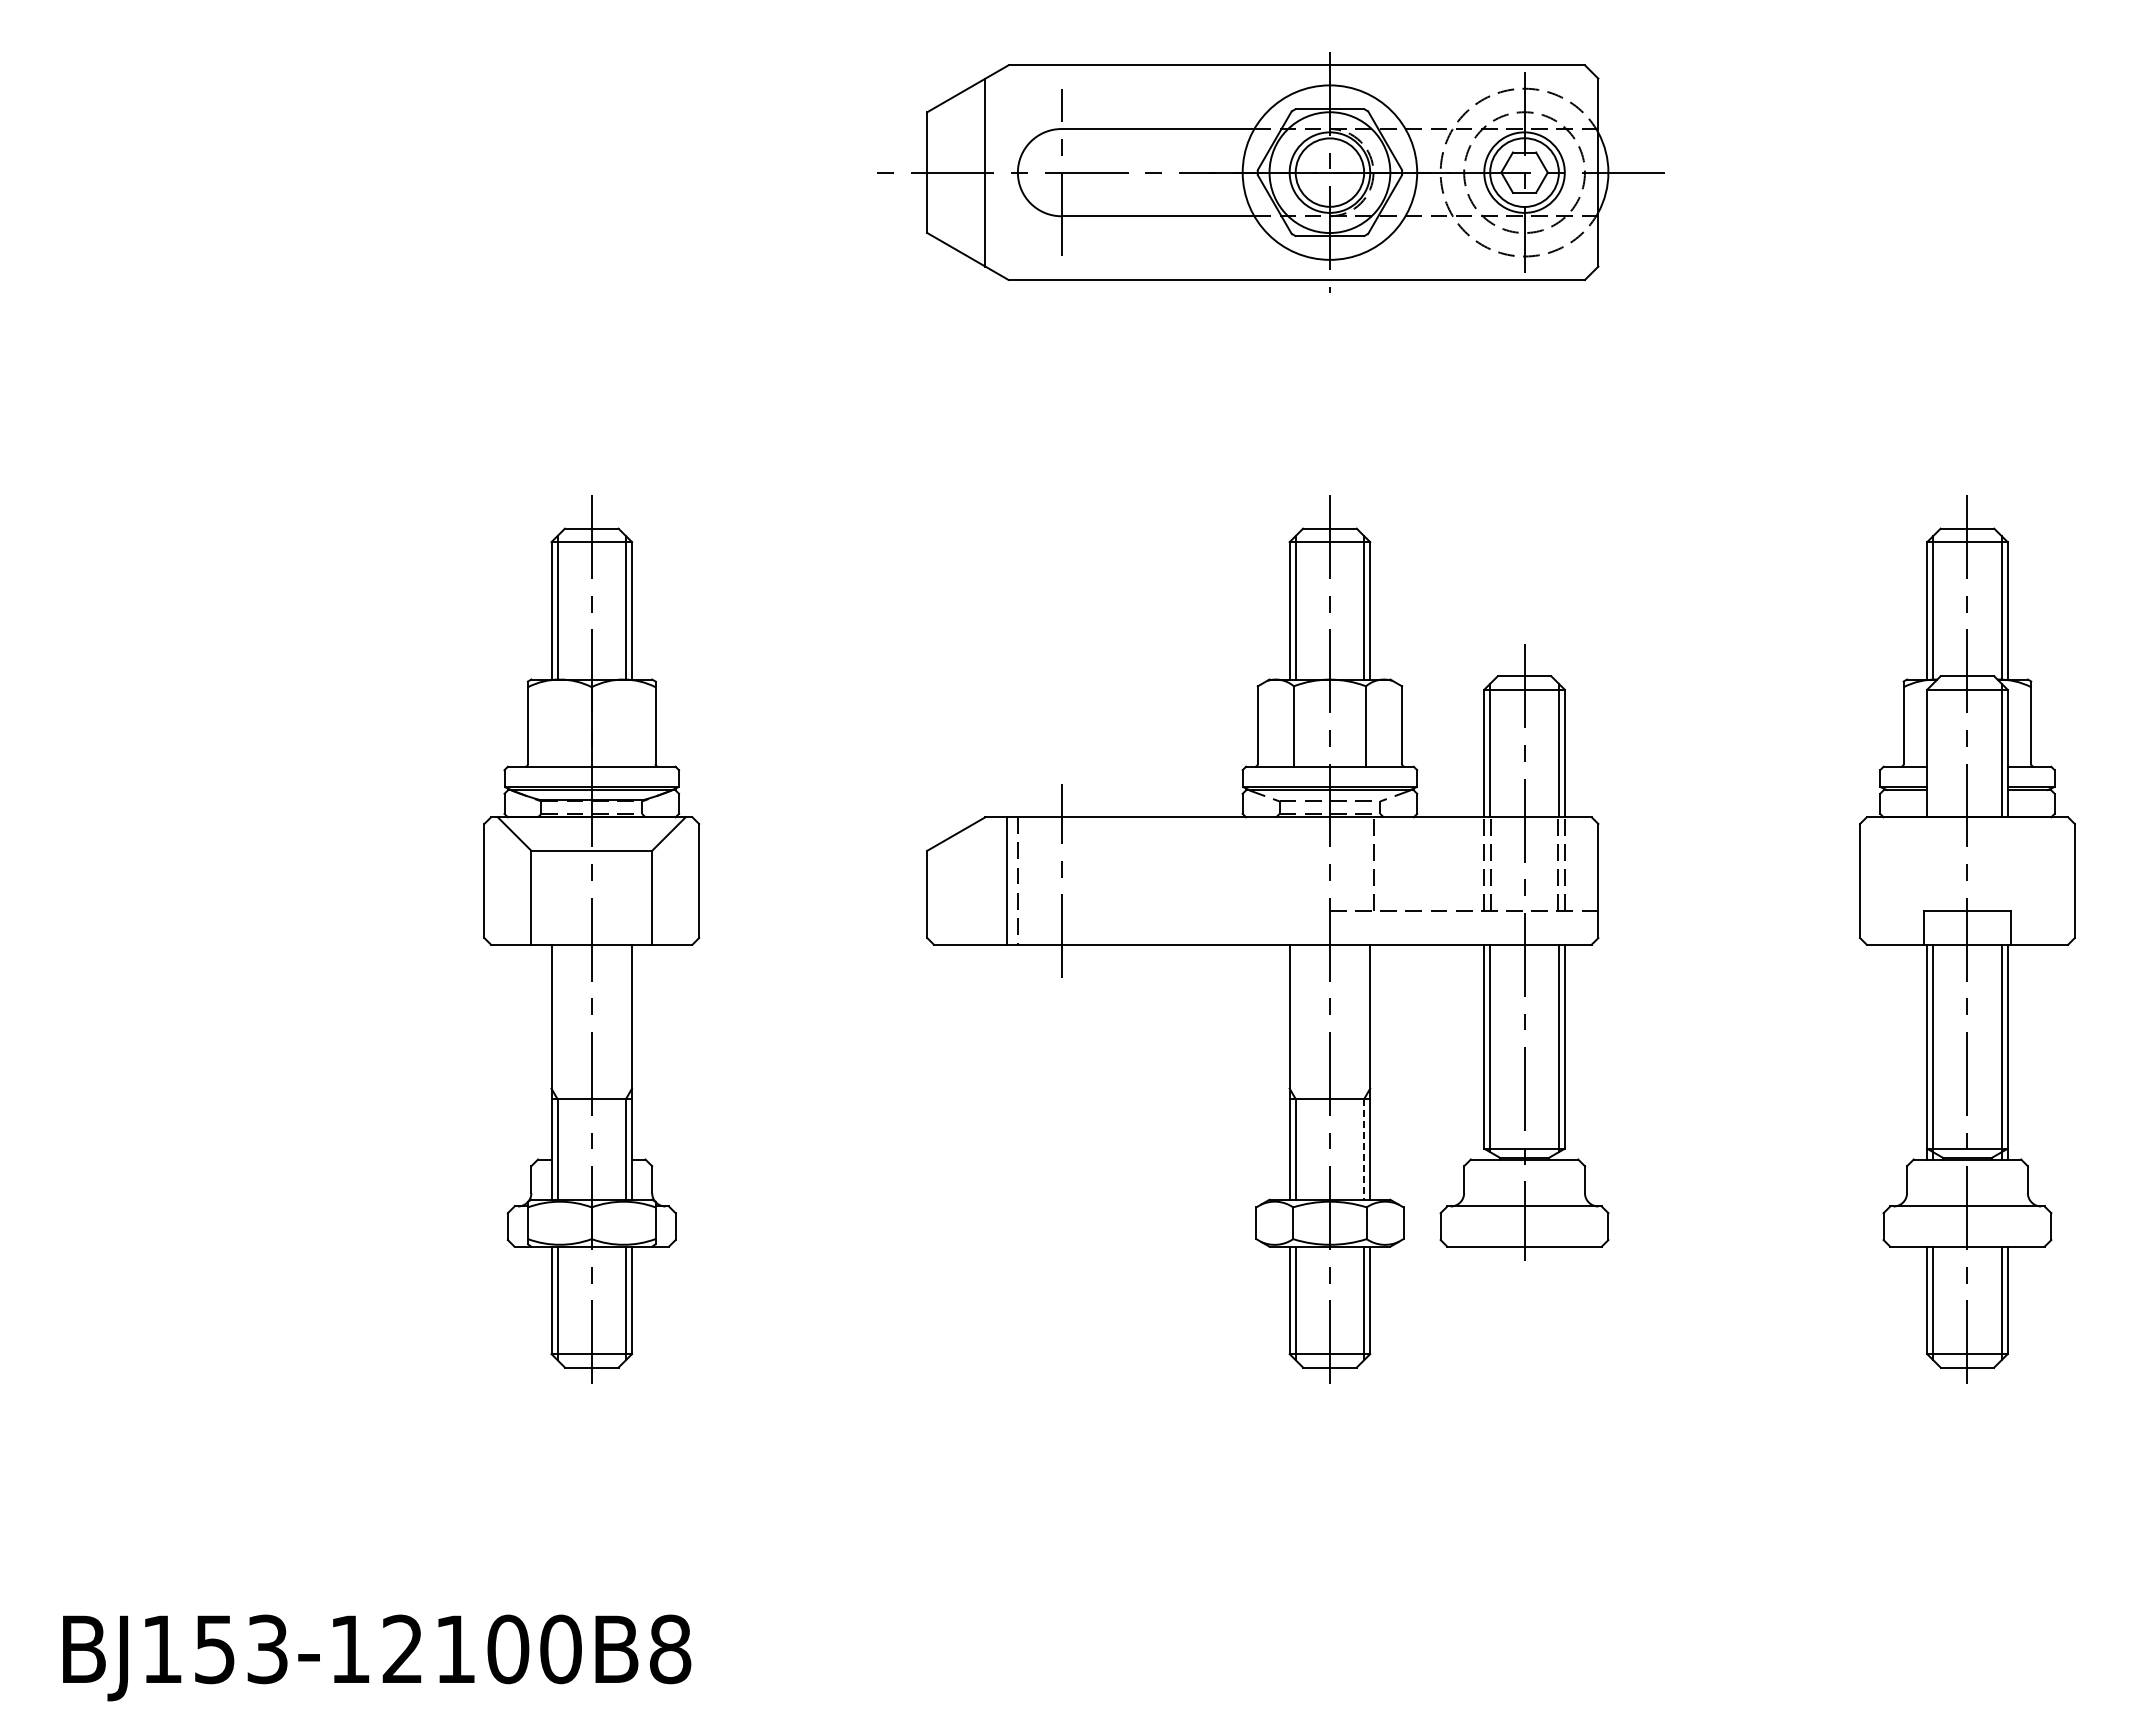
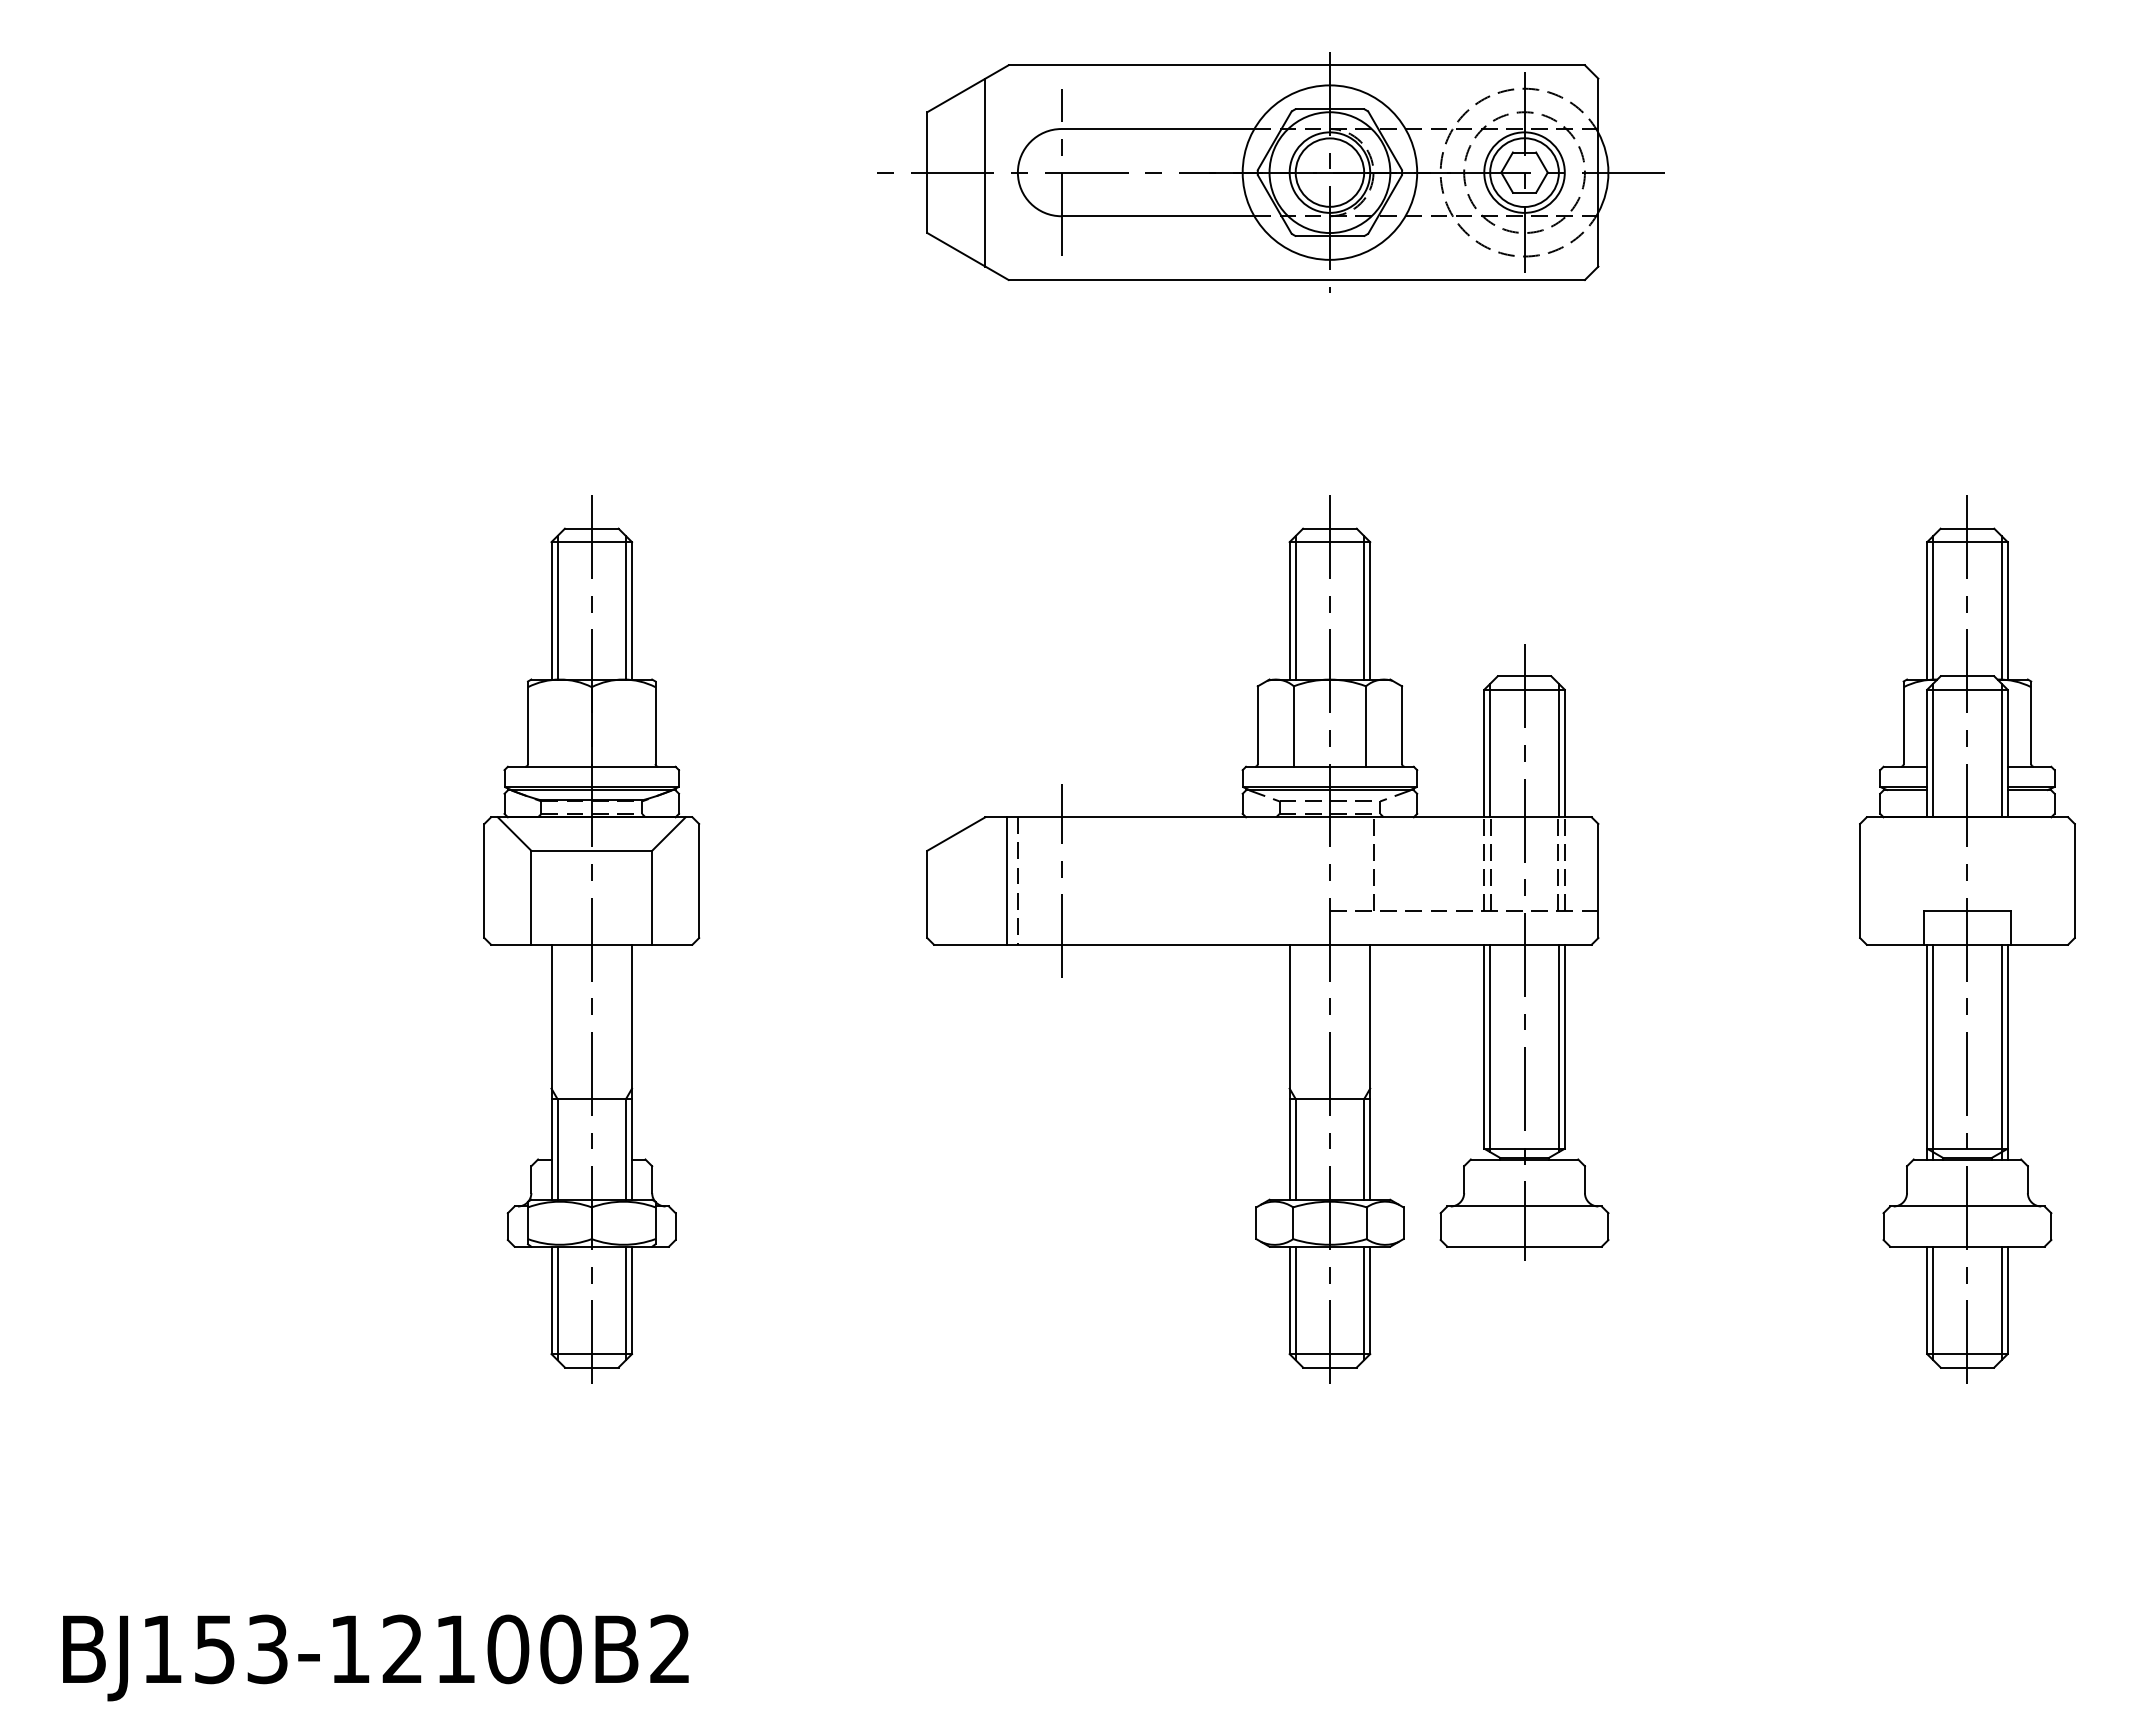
line at (1933, 750): none -> present
line at (1364, 1149): dashed -> solid
text at (670, 1649): BJ153-12100B8 -> BJ153-12100B2
